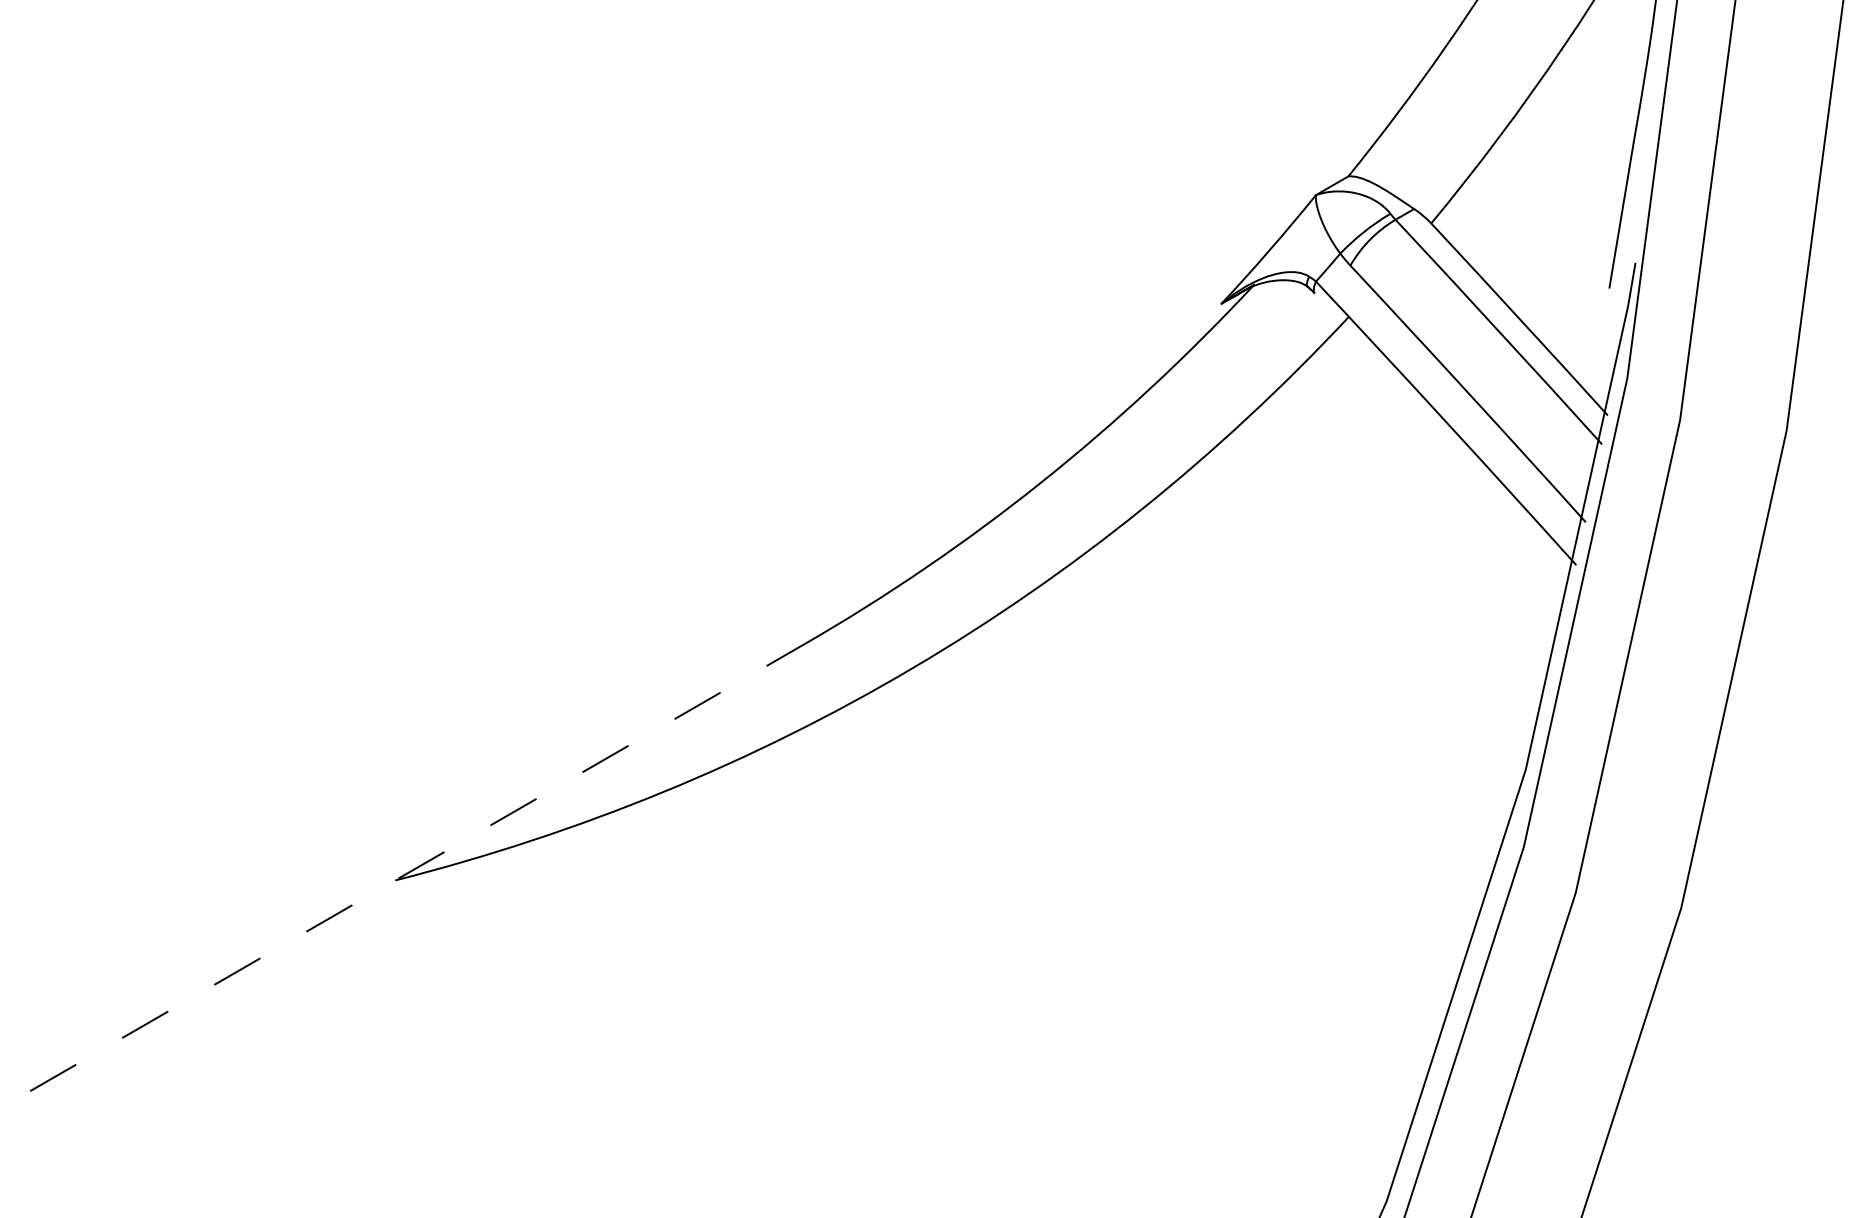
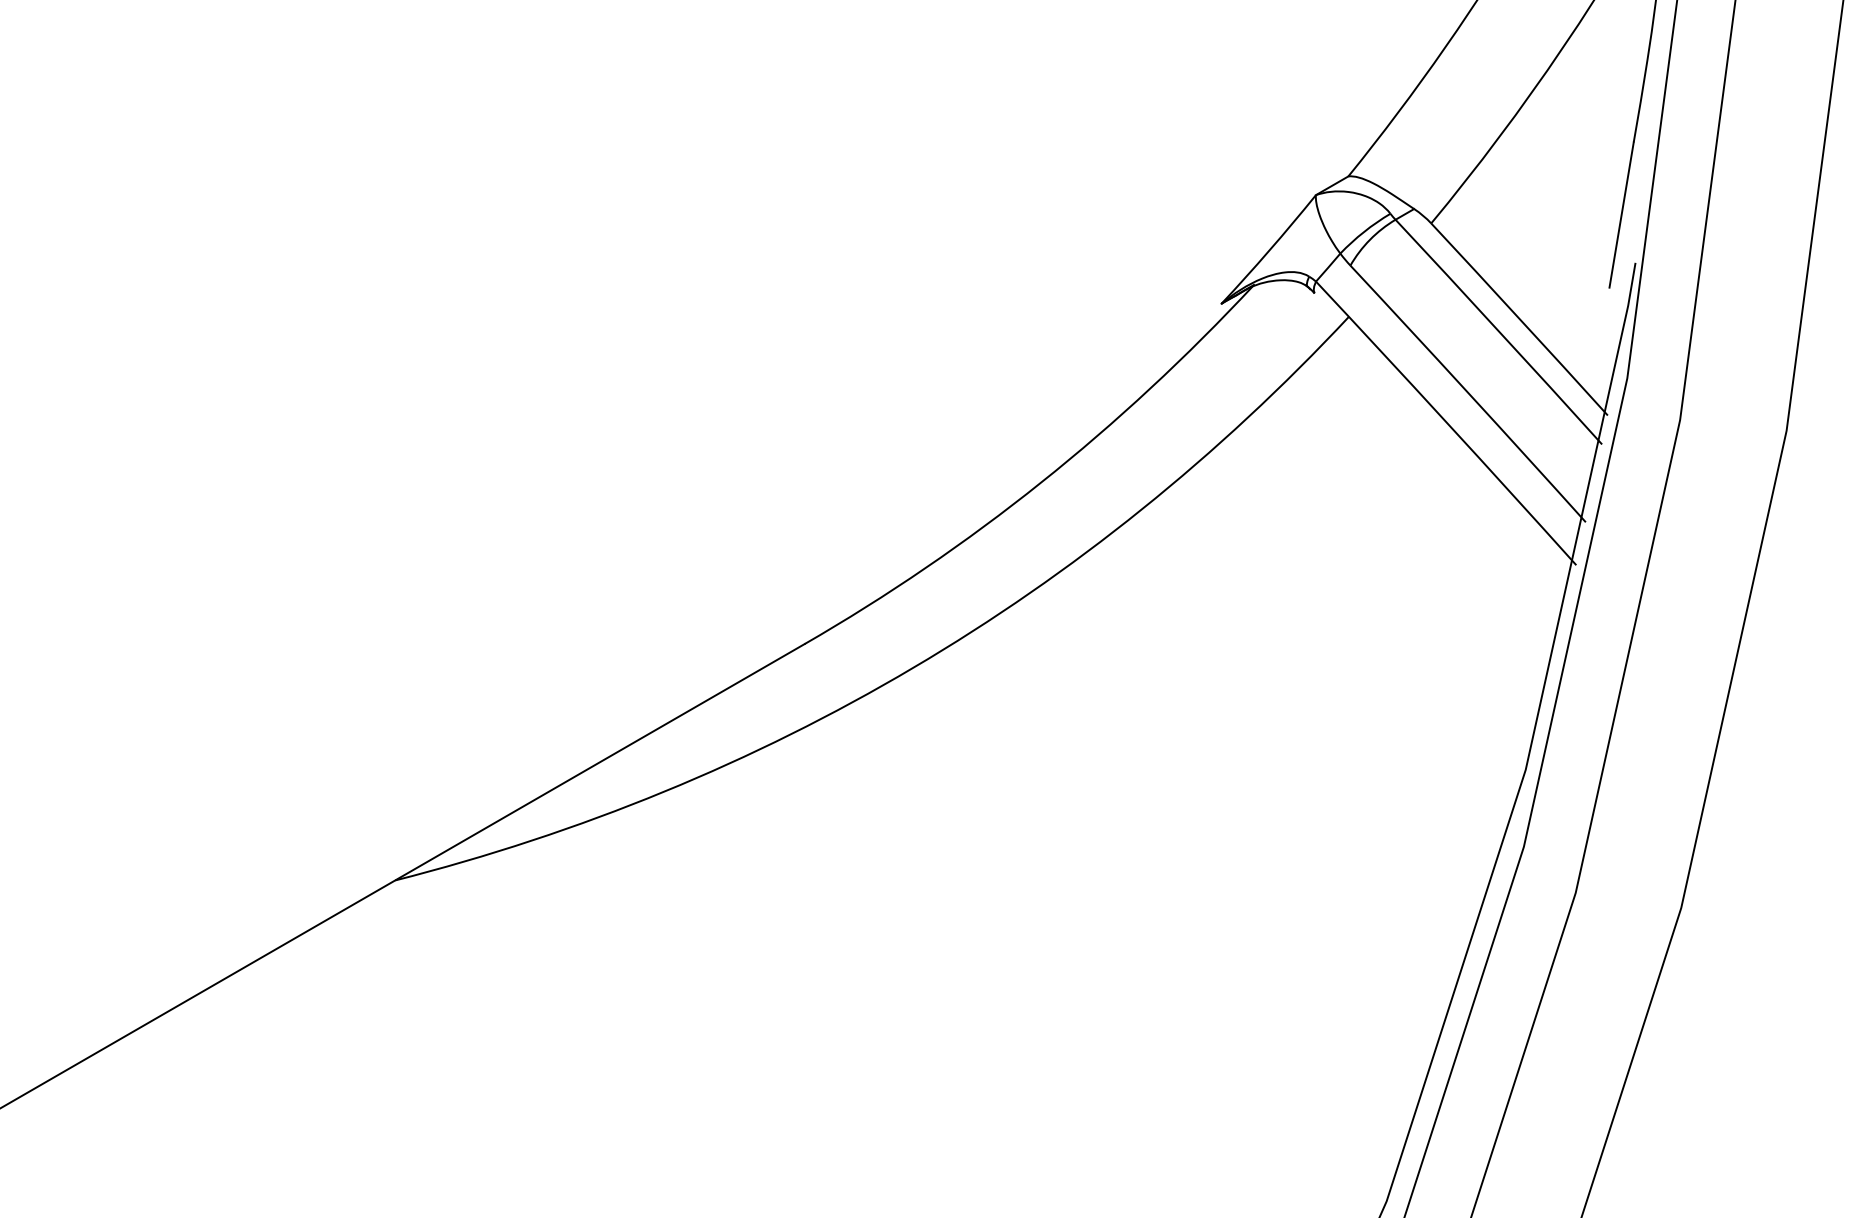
line at (402, 875): dashed -> solid
